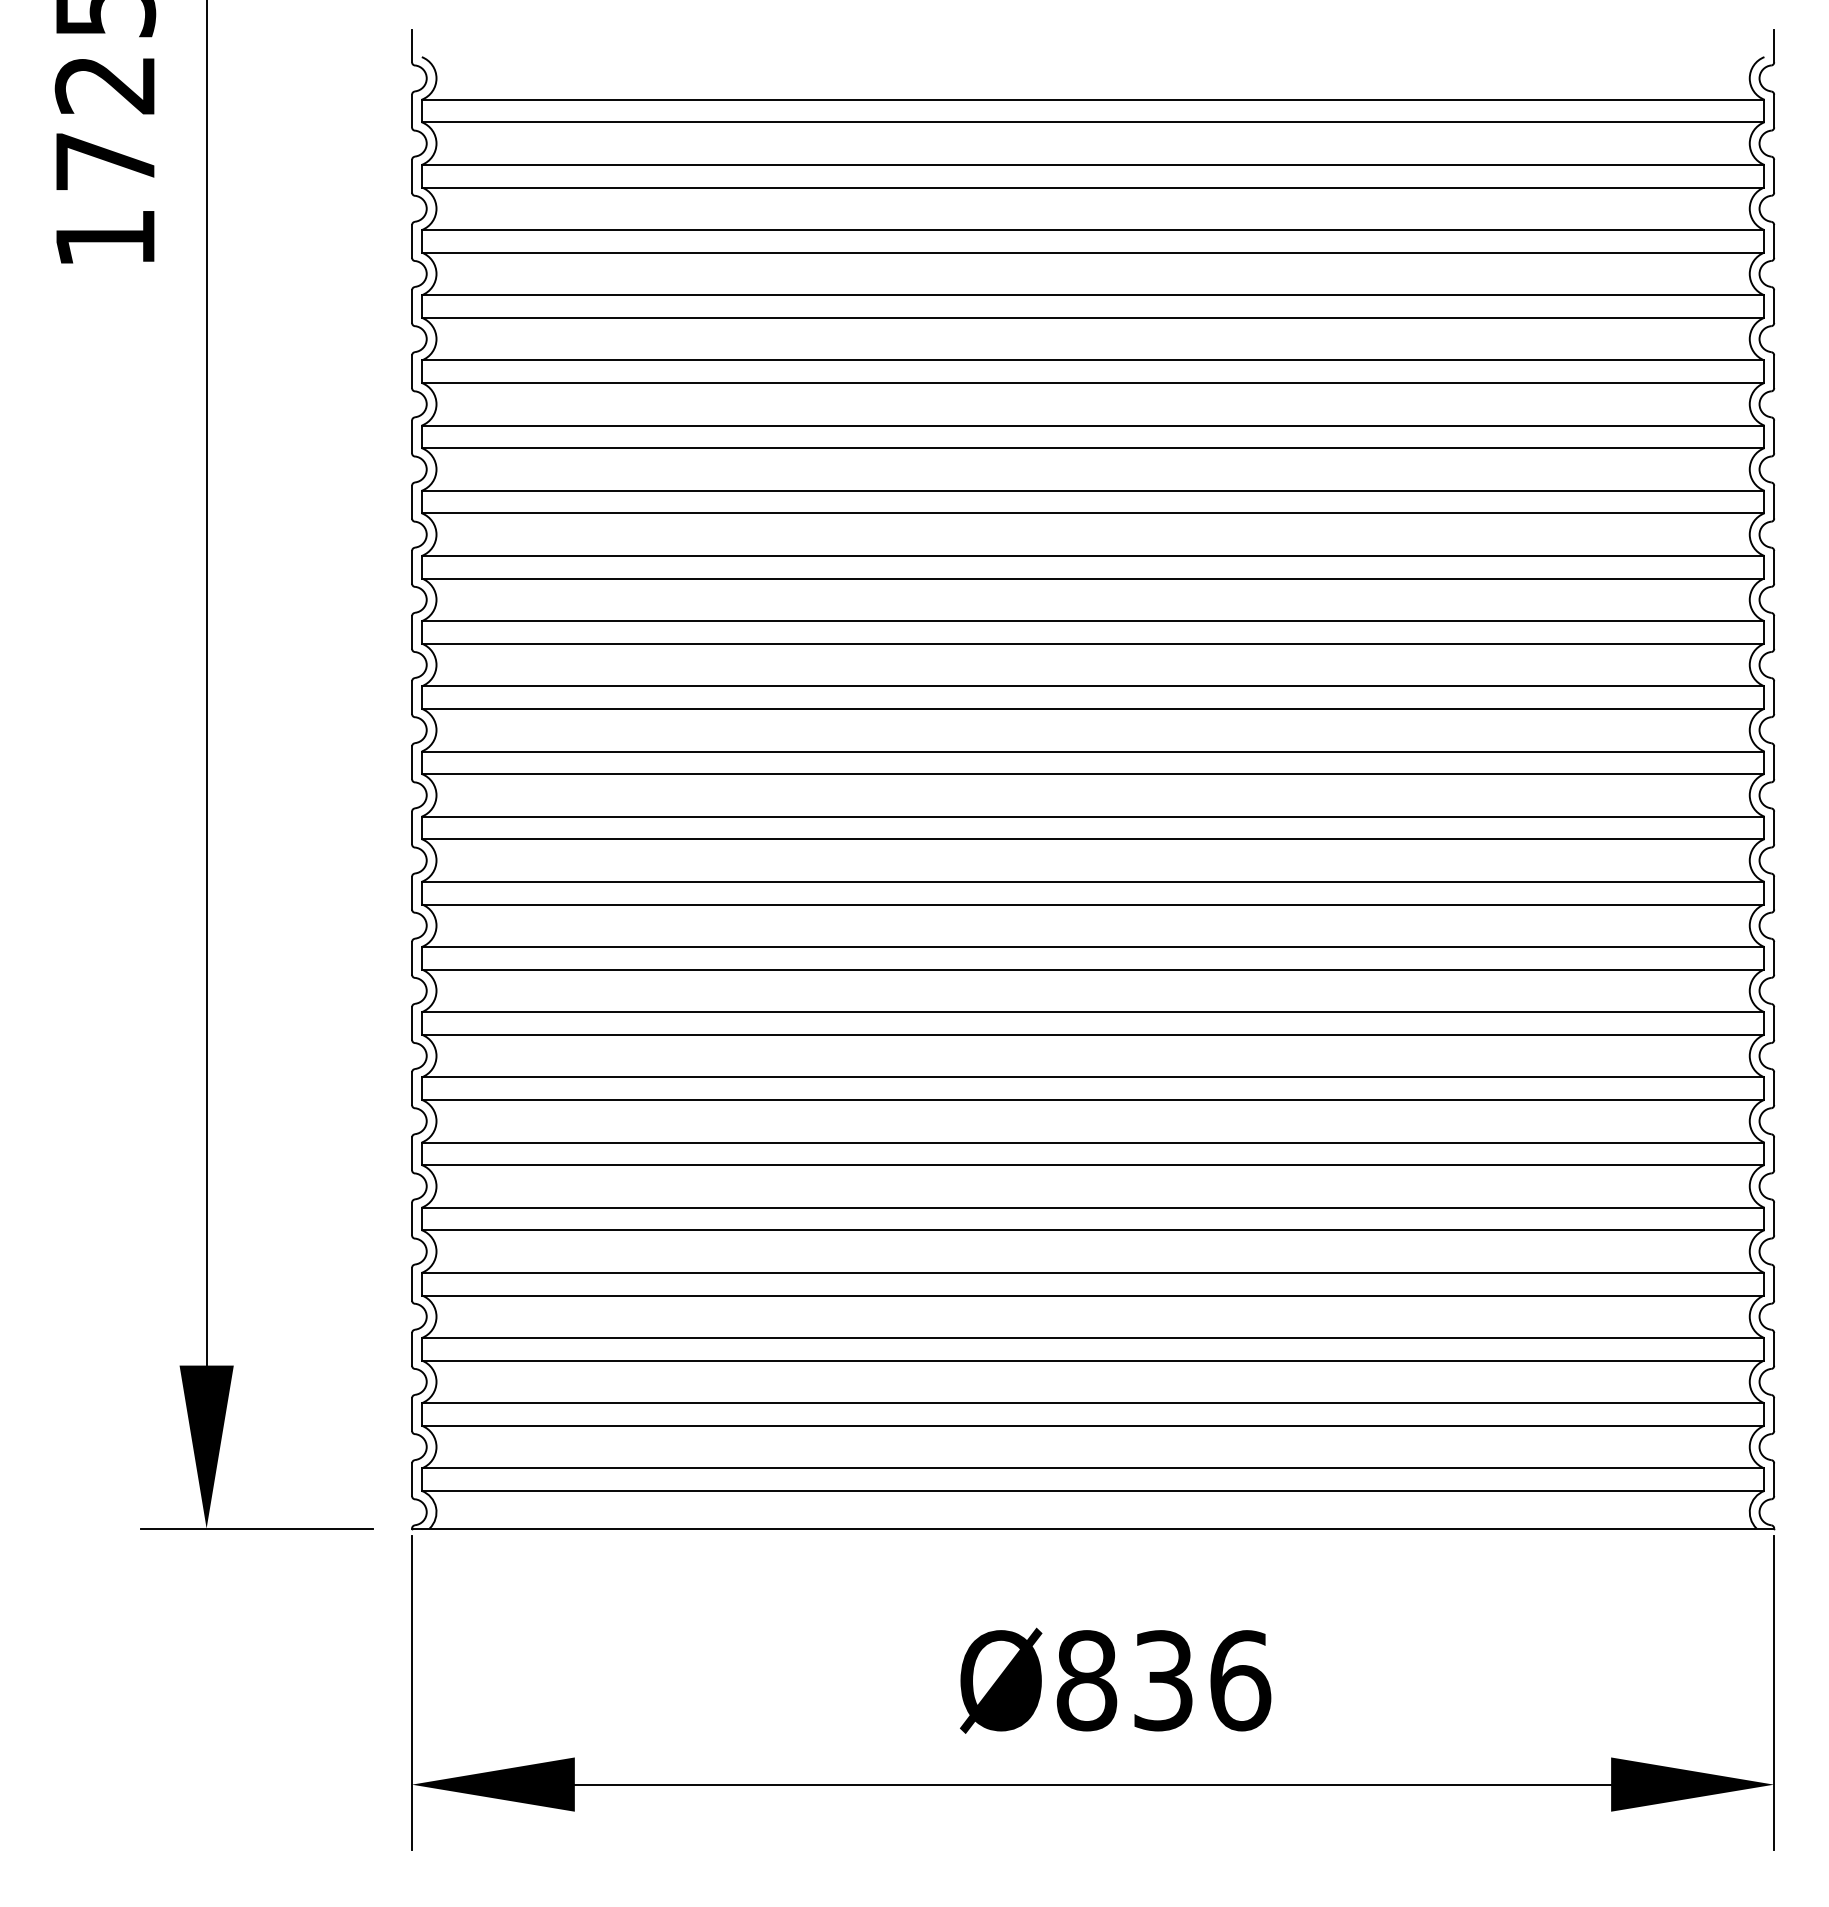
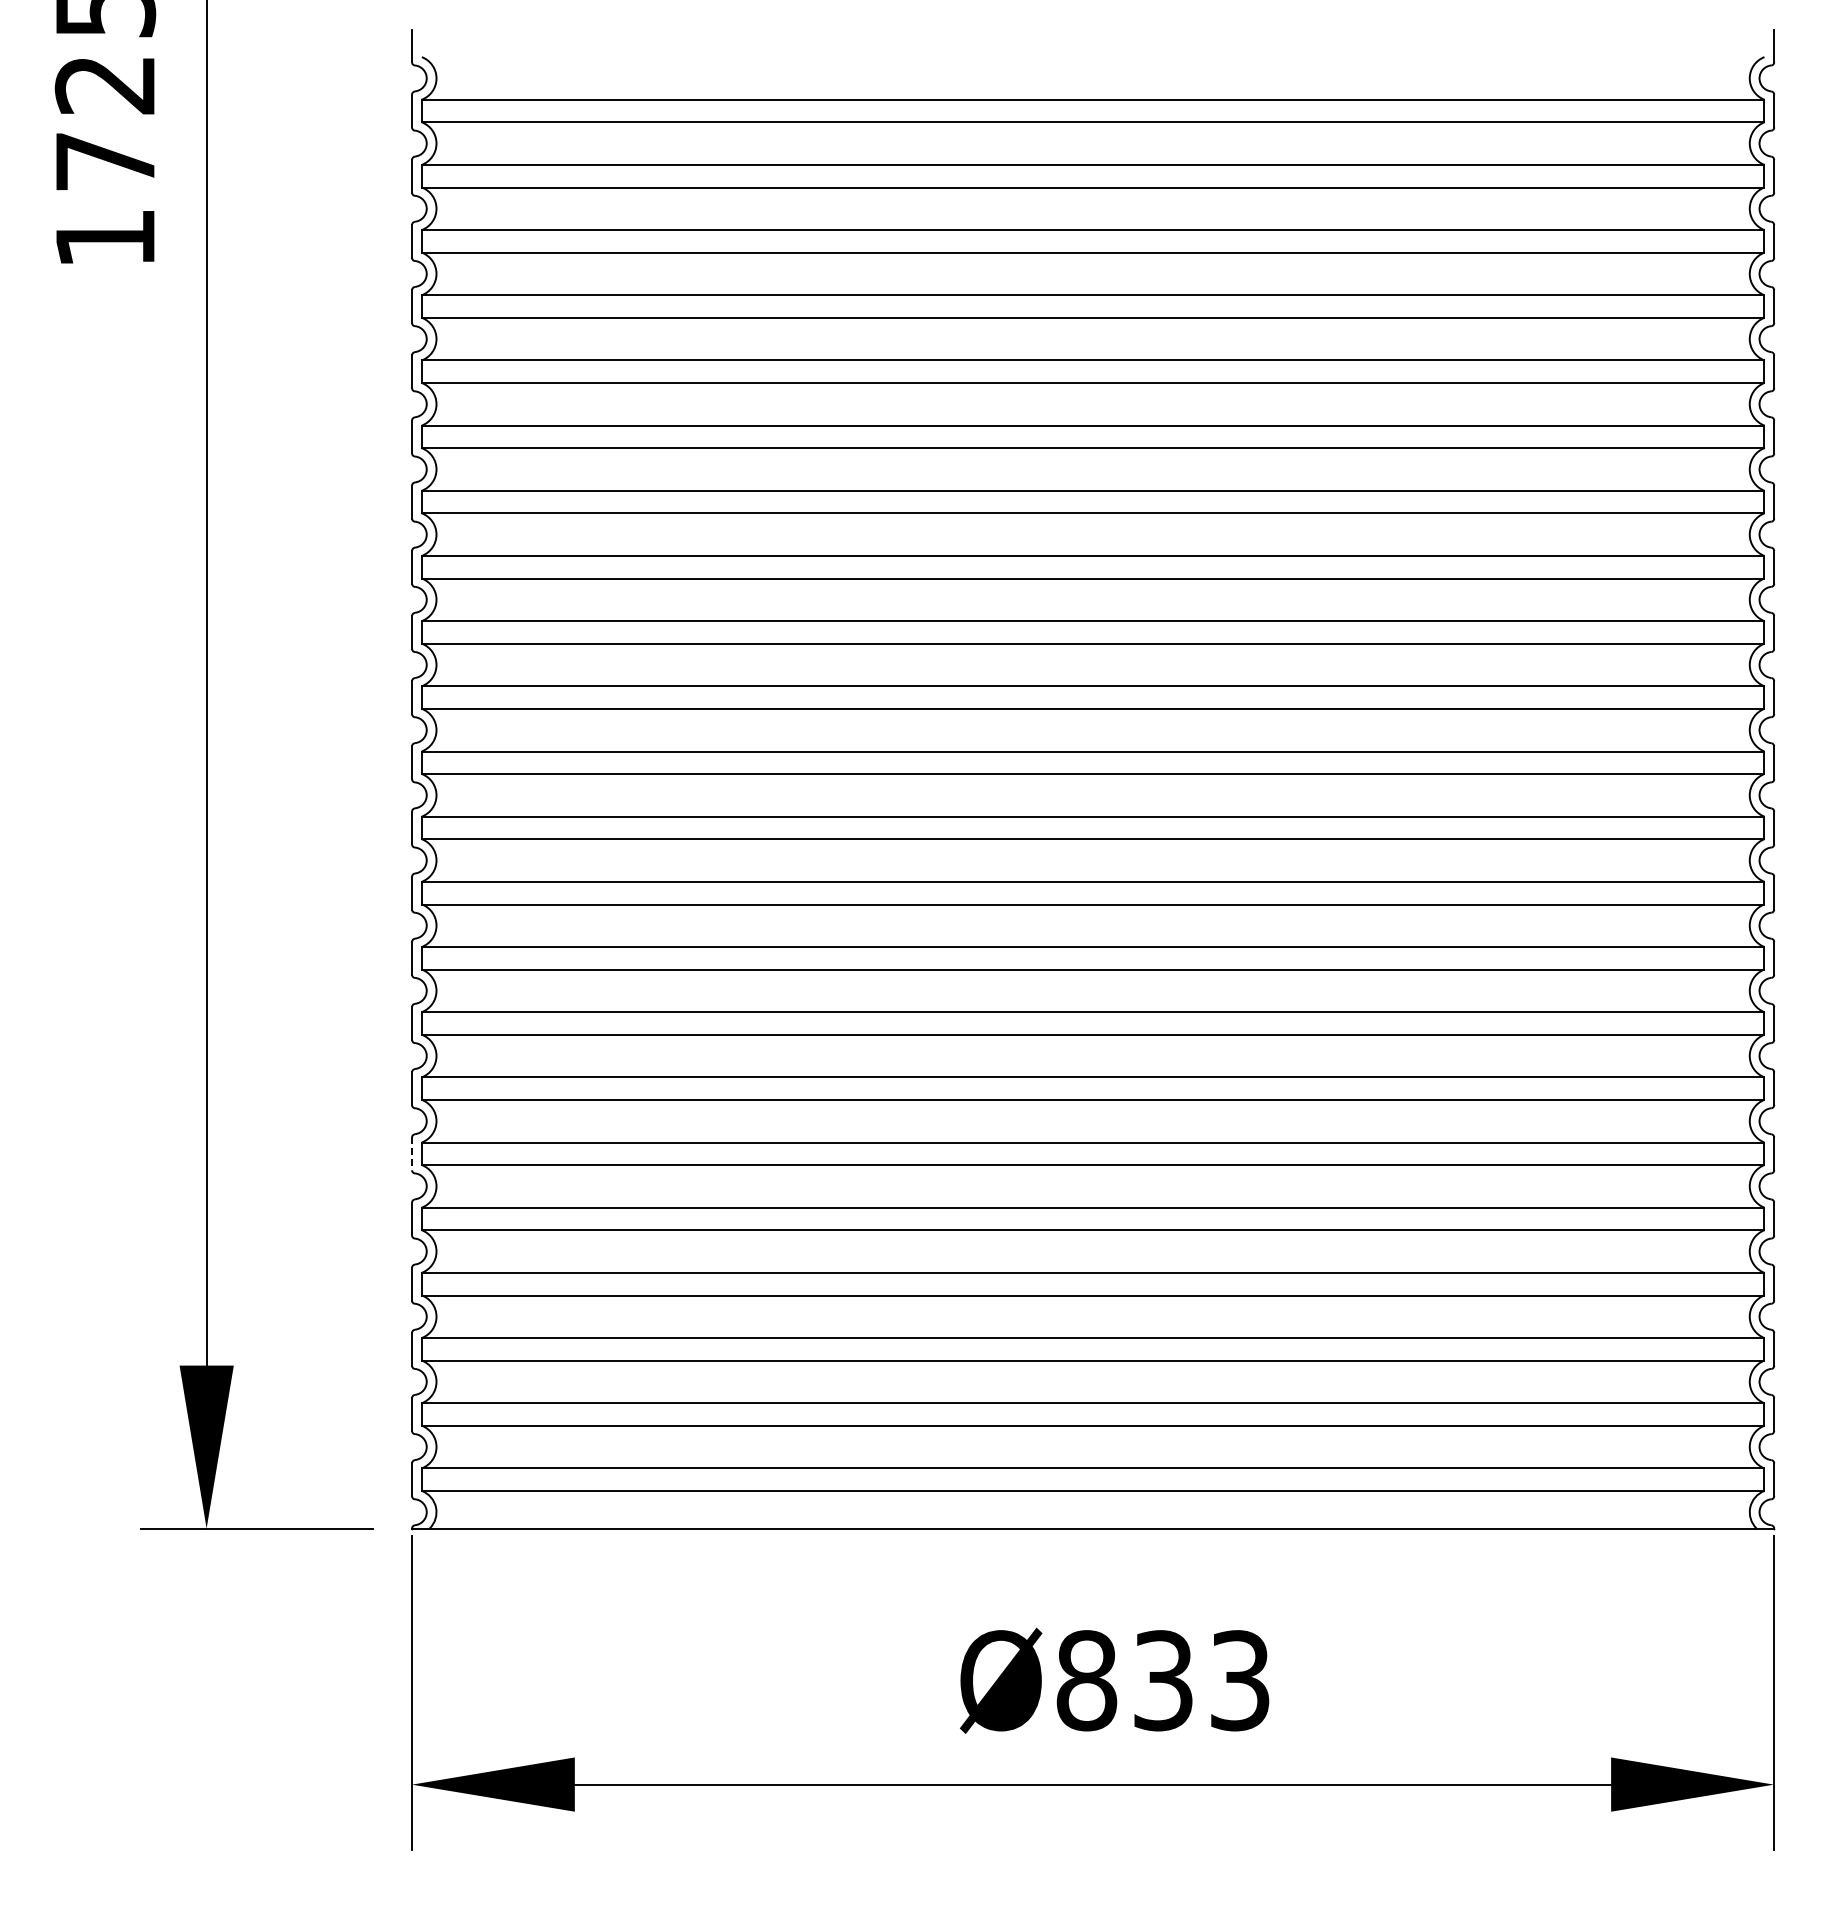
line at (412, 1154): solid -> dashed
text at (1240, 1680): Ø836 -> Ø833
